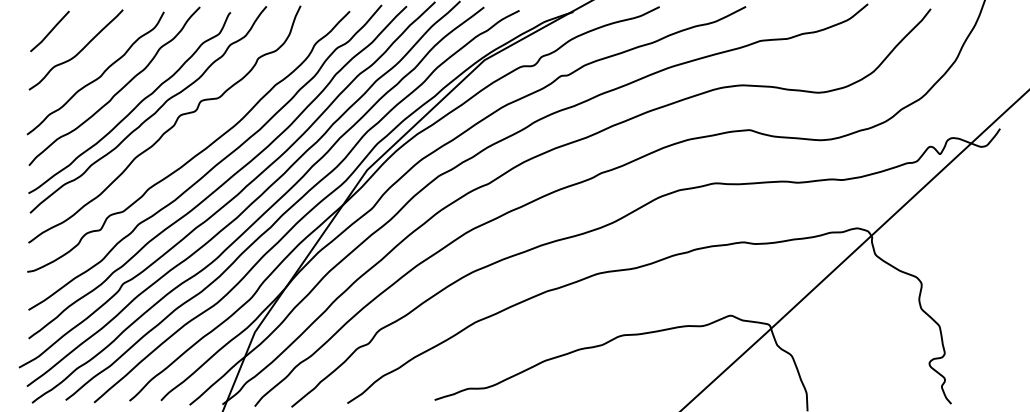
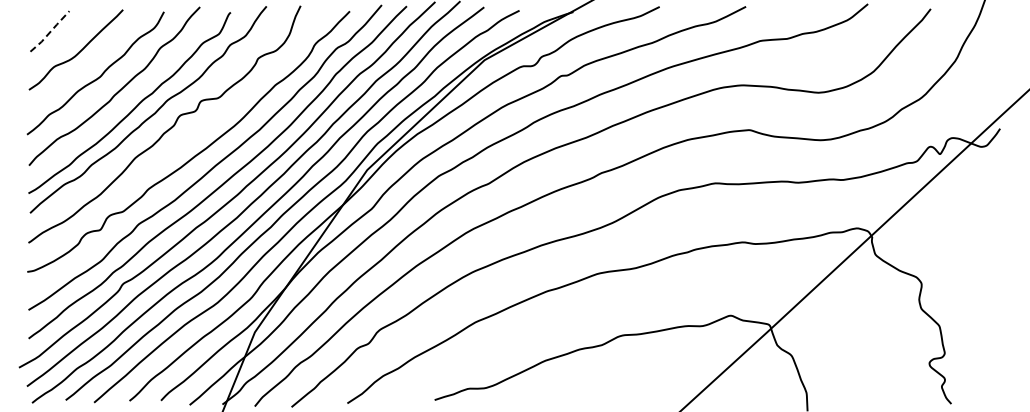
line at (50, 31): solid -> dashed
